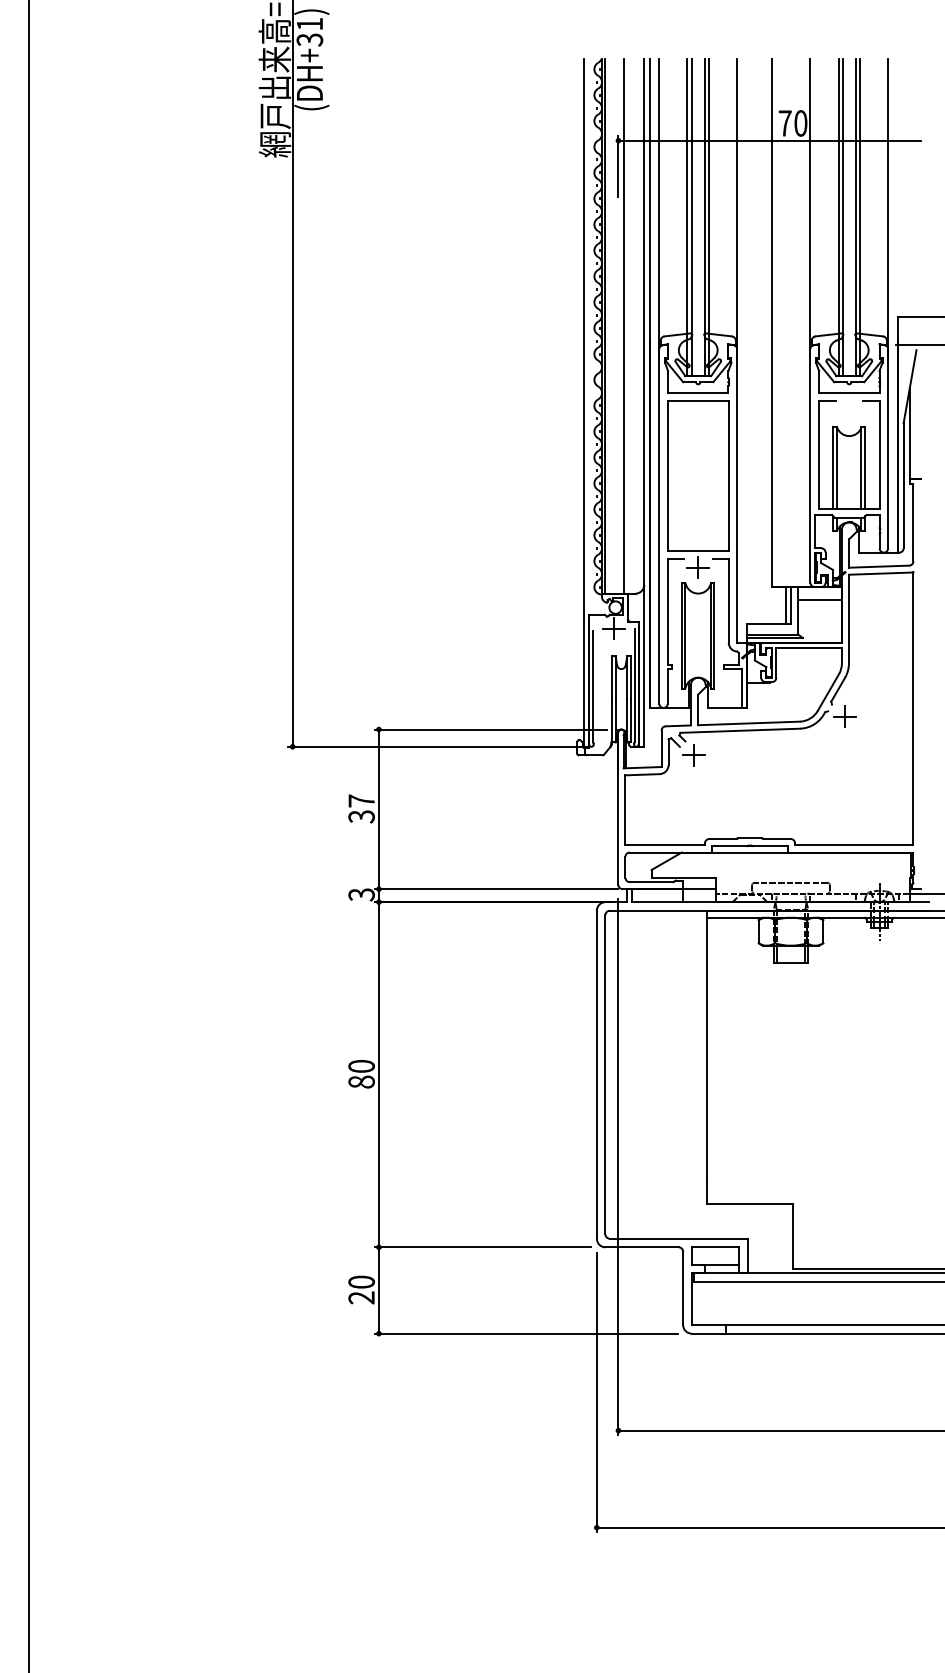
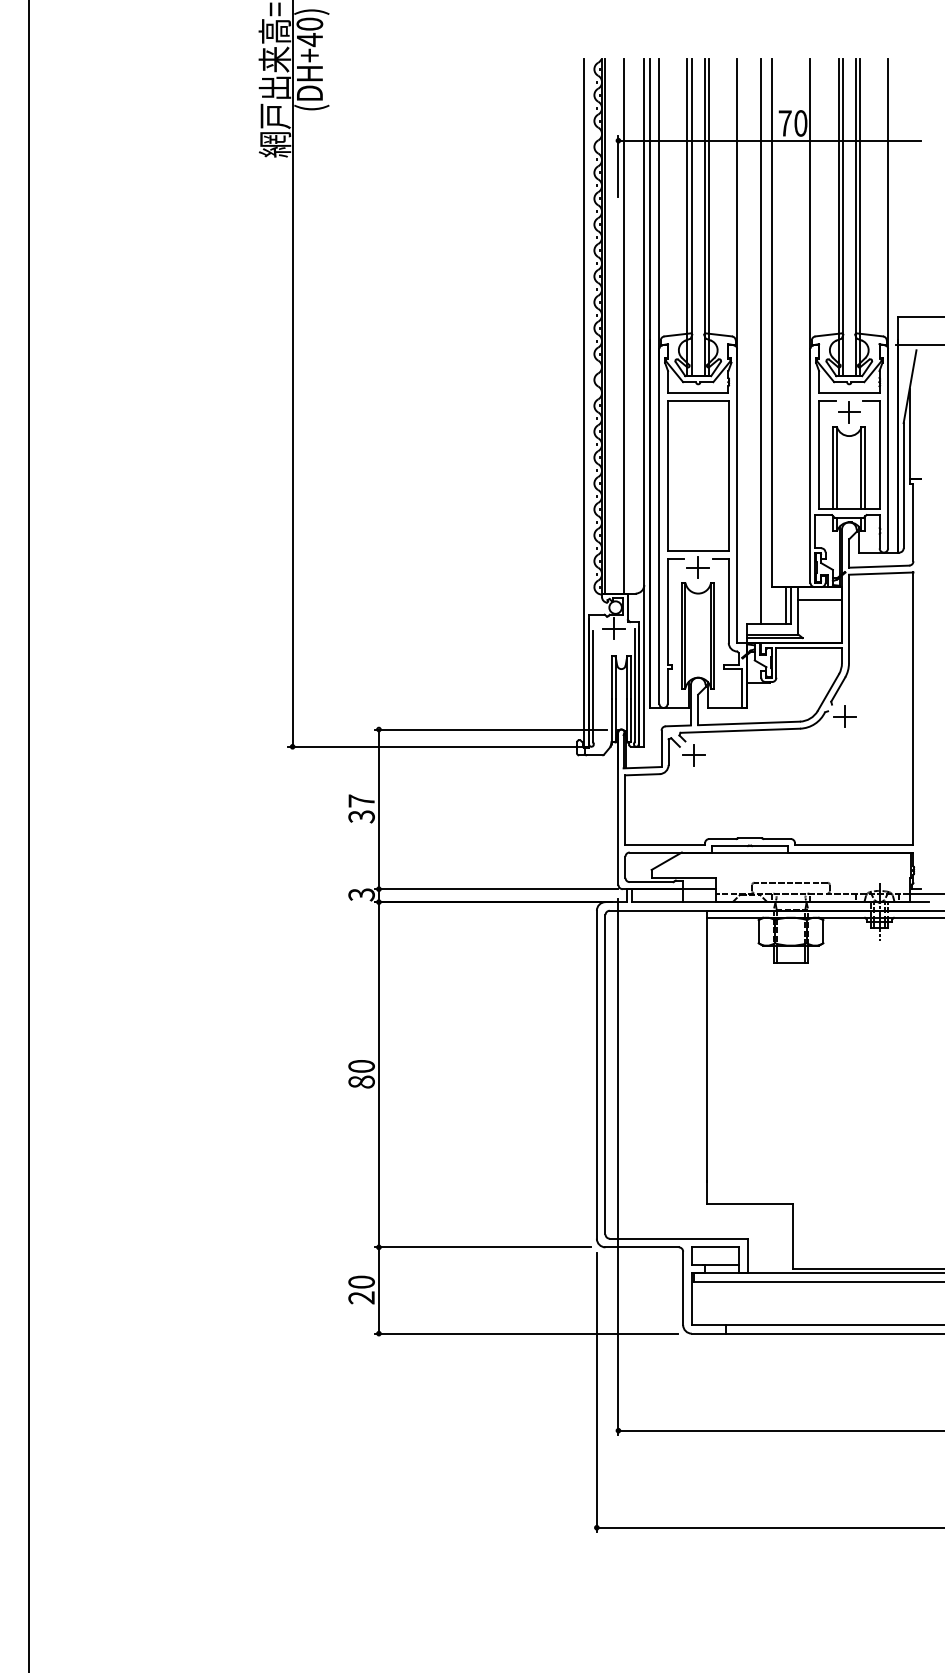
text at (309, 32): (DH+31) -> (DH+40)
line at (760, 341): none -> present
part at (849, 412): none -> present
